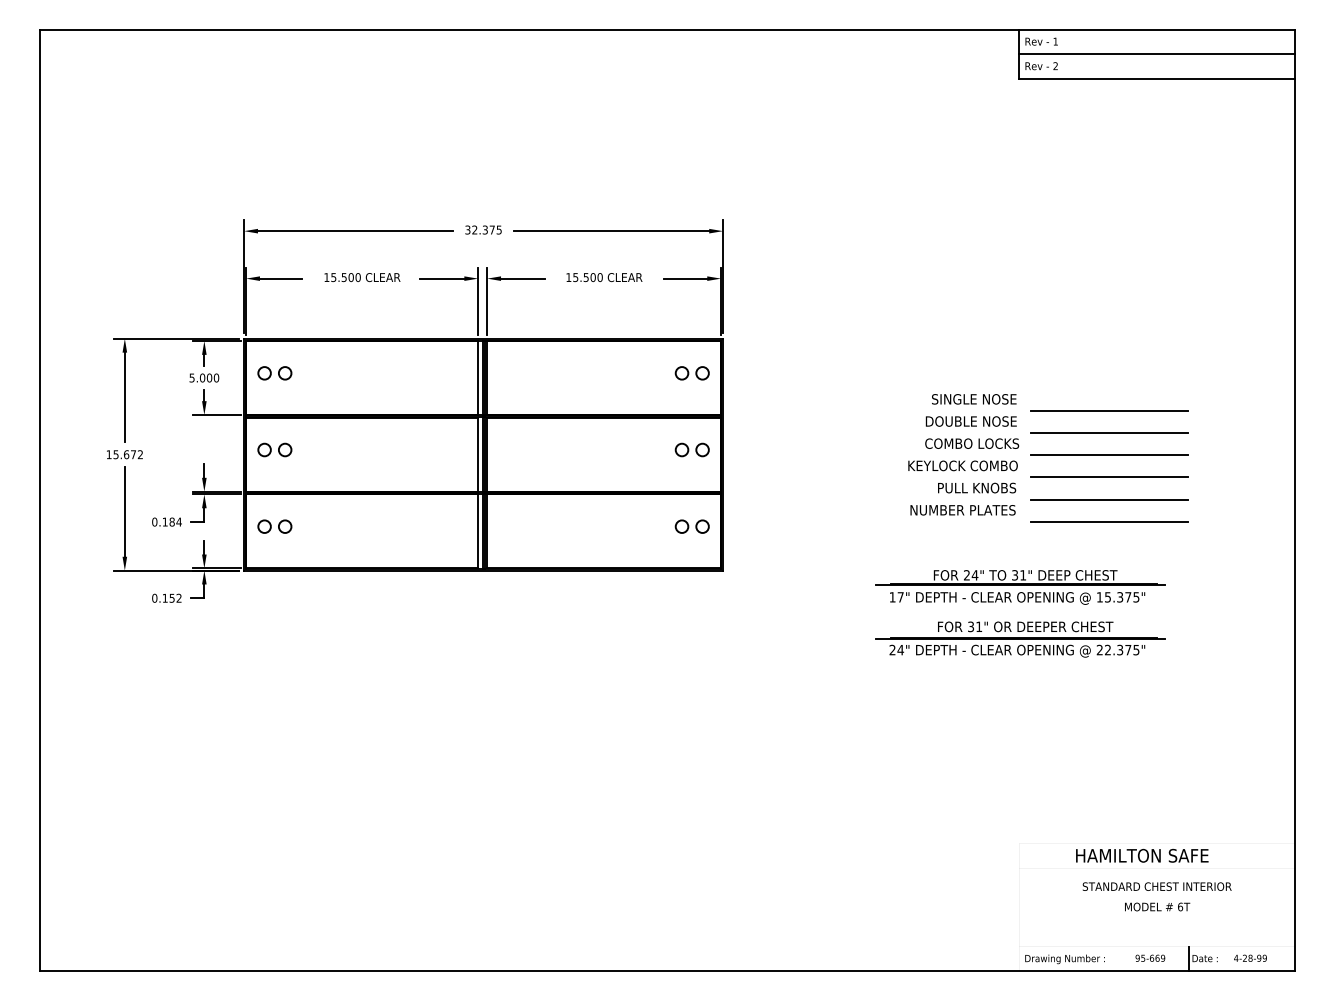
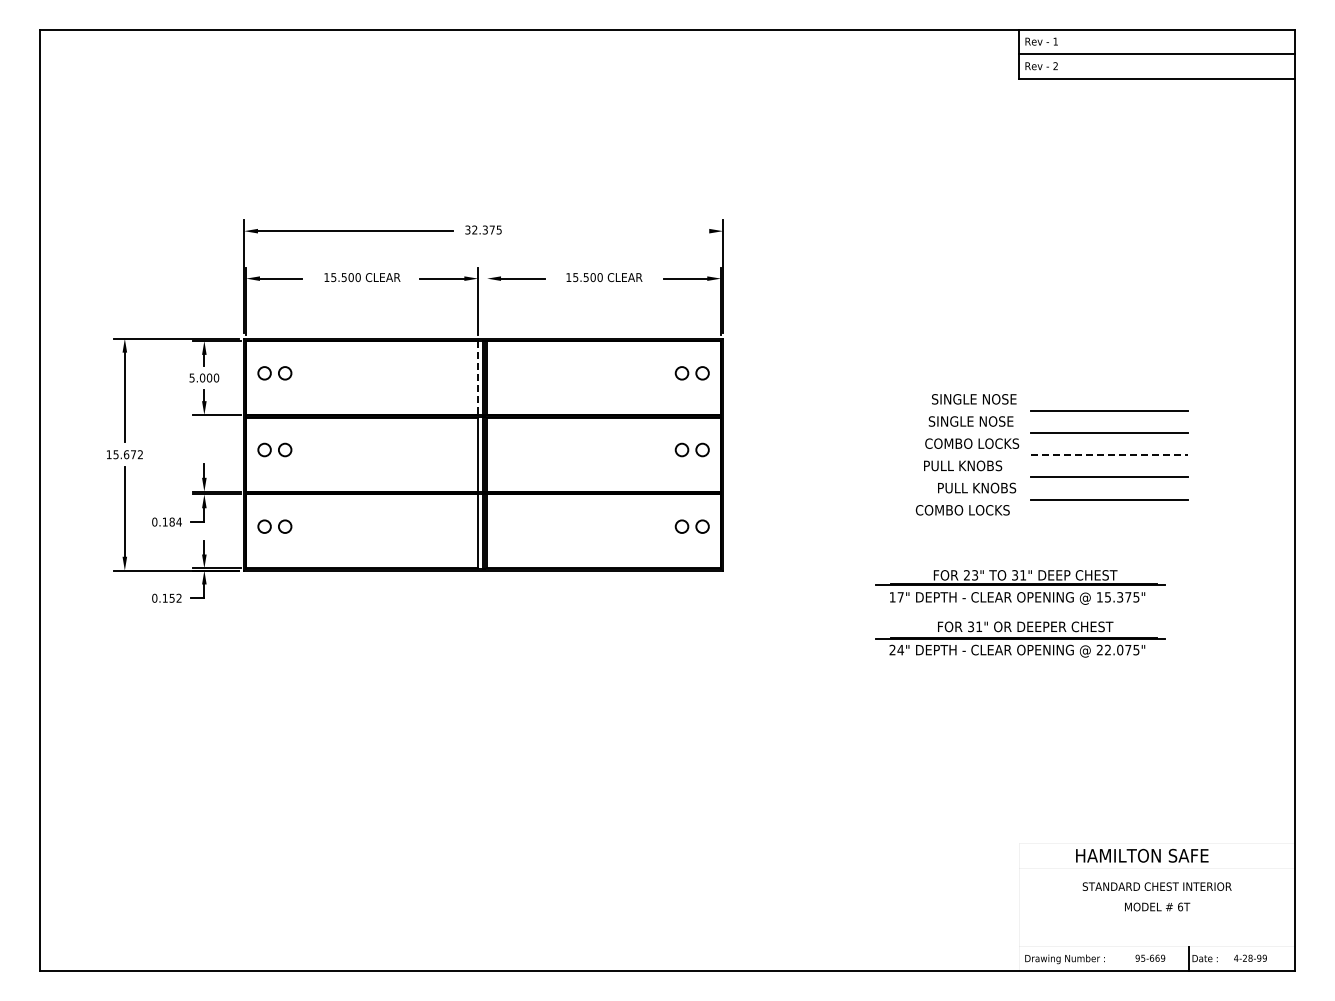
line at (611, 231): present -> none
line at (487, 301): present -> none
line at (478, 378): solid -> dashed
text at (970, 421): DOUBLE NOSE -> SINGLE NOSE
line at (1109, 455): solid -> dashed
text at (962, 465): KEYLOCK COMBO -> PULL KNOBS
text at (962, 510): NUMBER PLATES -> COMBO LOCKS
line at (1109, 521): present -> none
text at (974, 575): 24" -> 23"
text at (1120, 649): 22.375" -> 22.075"
